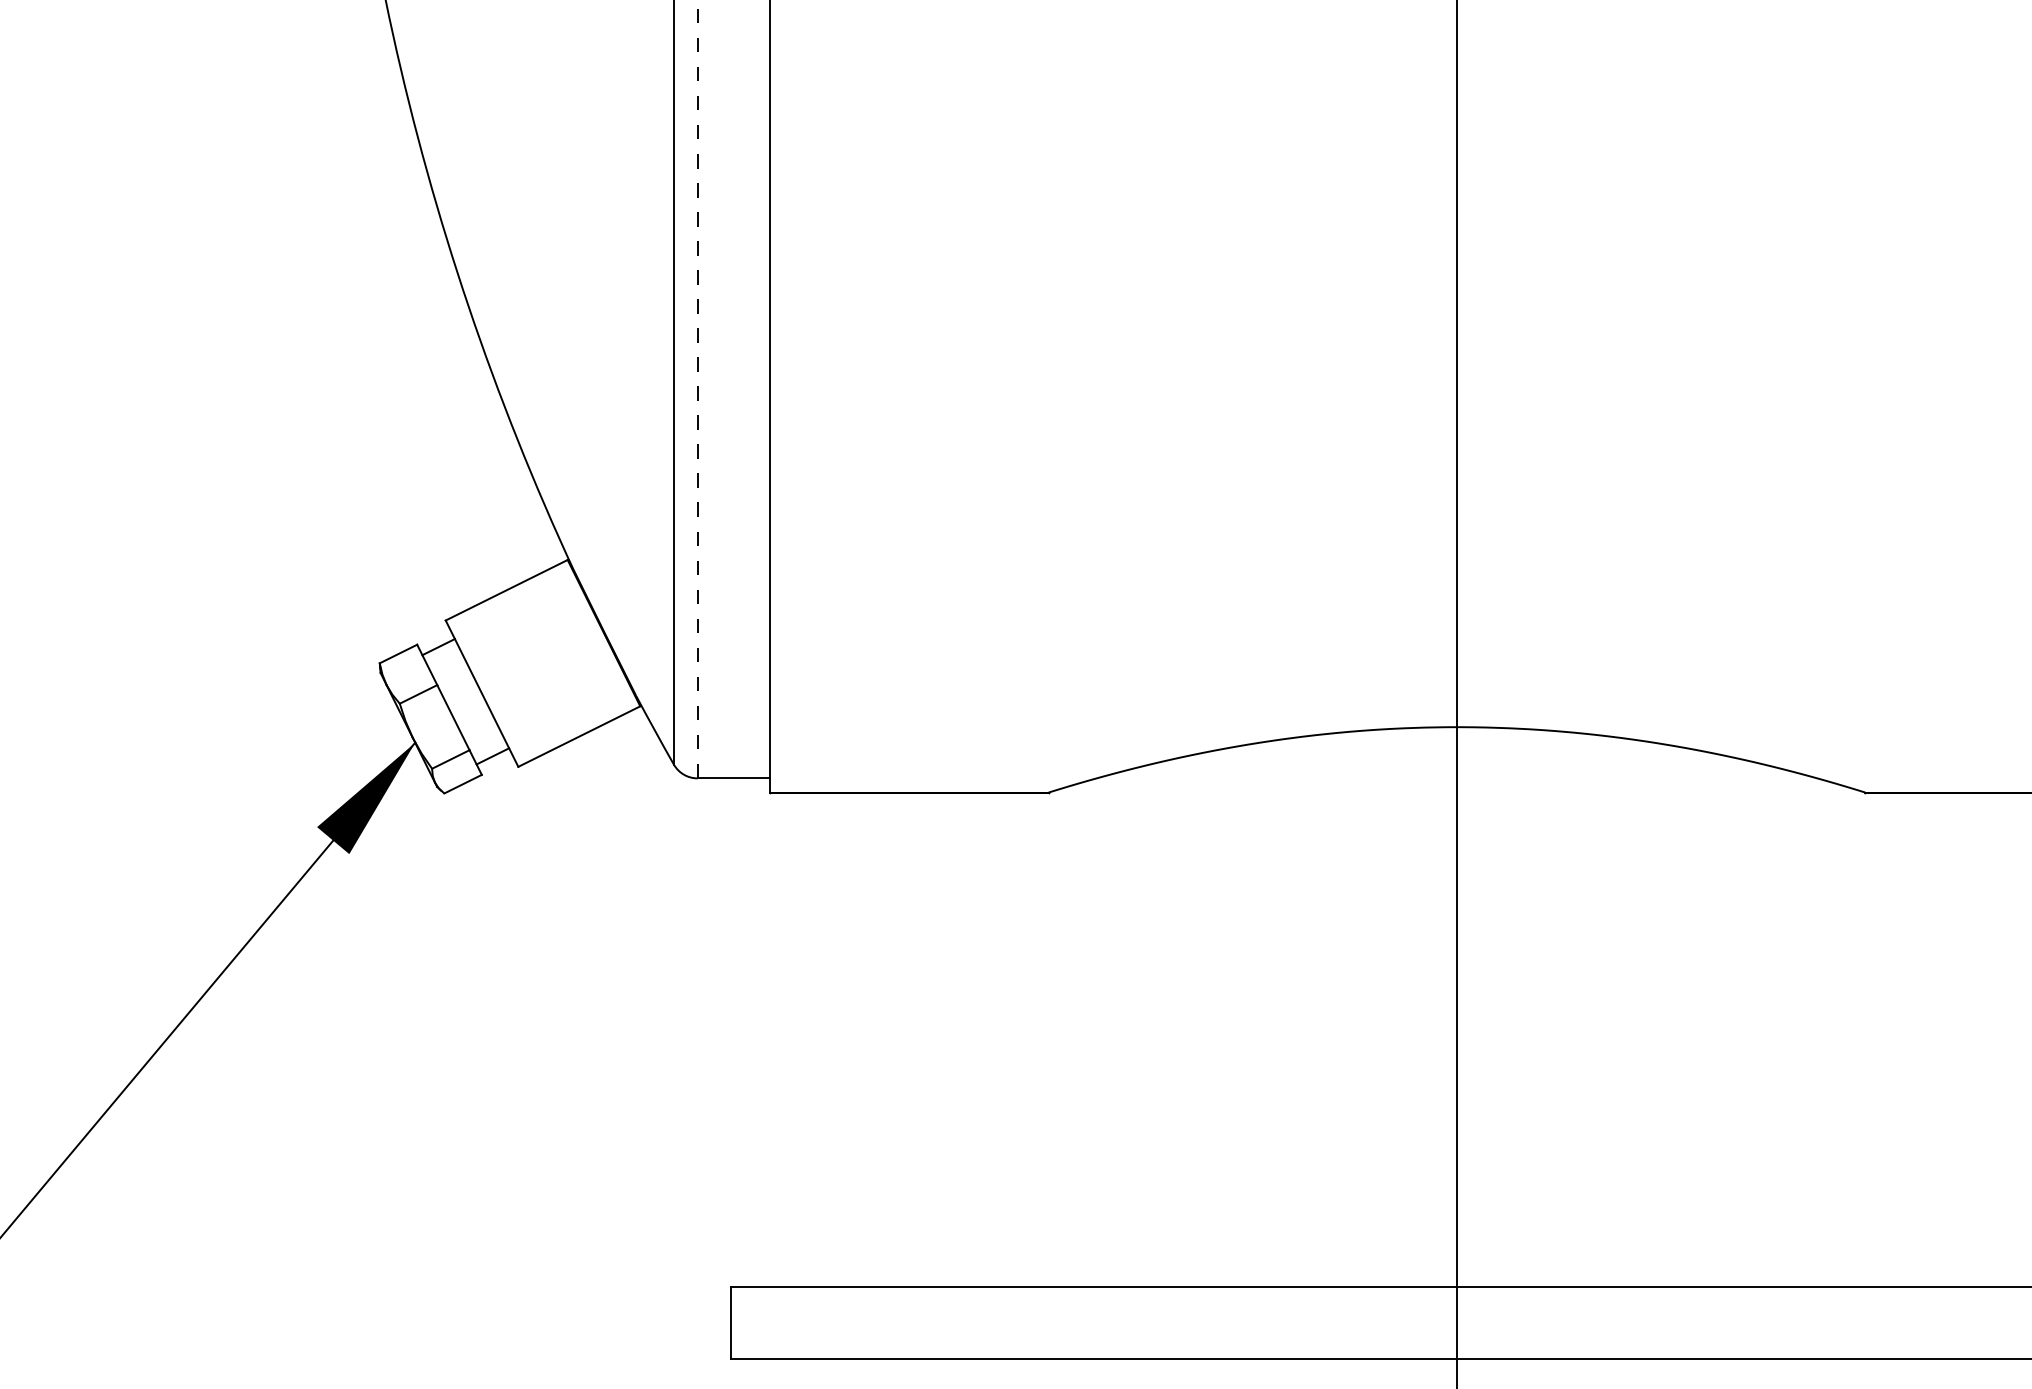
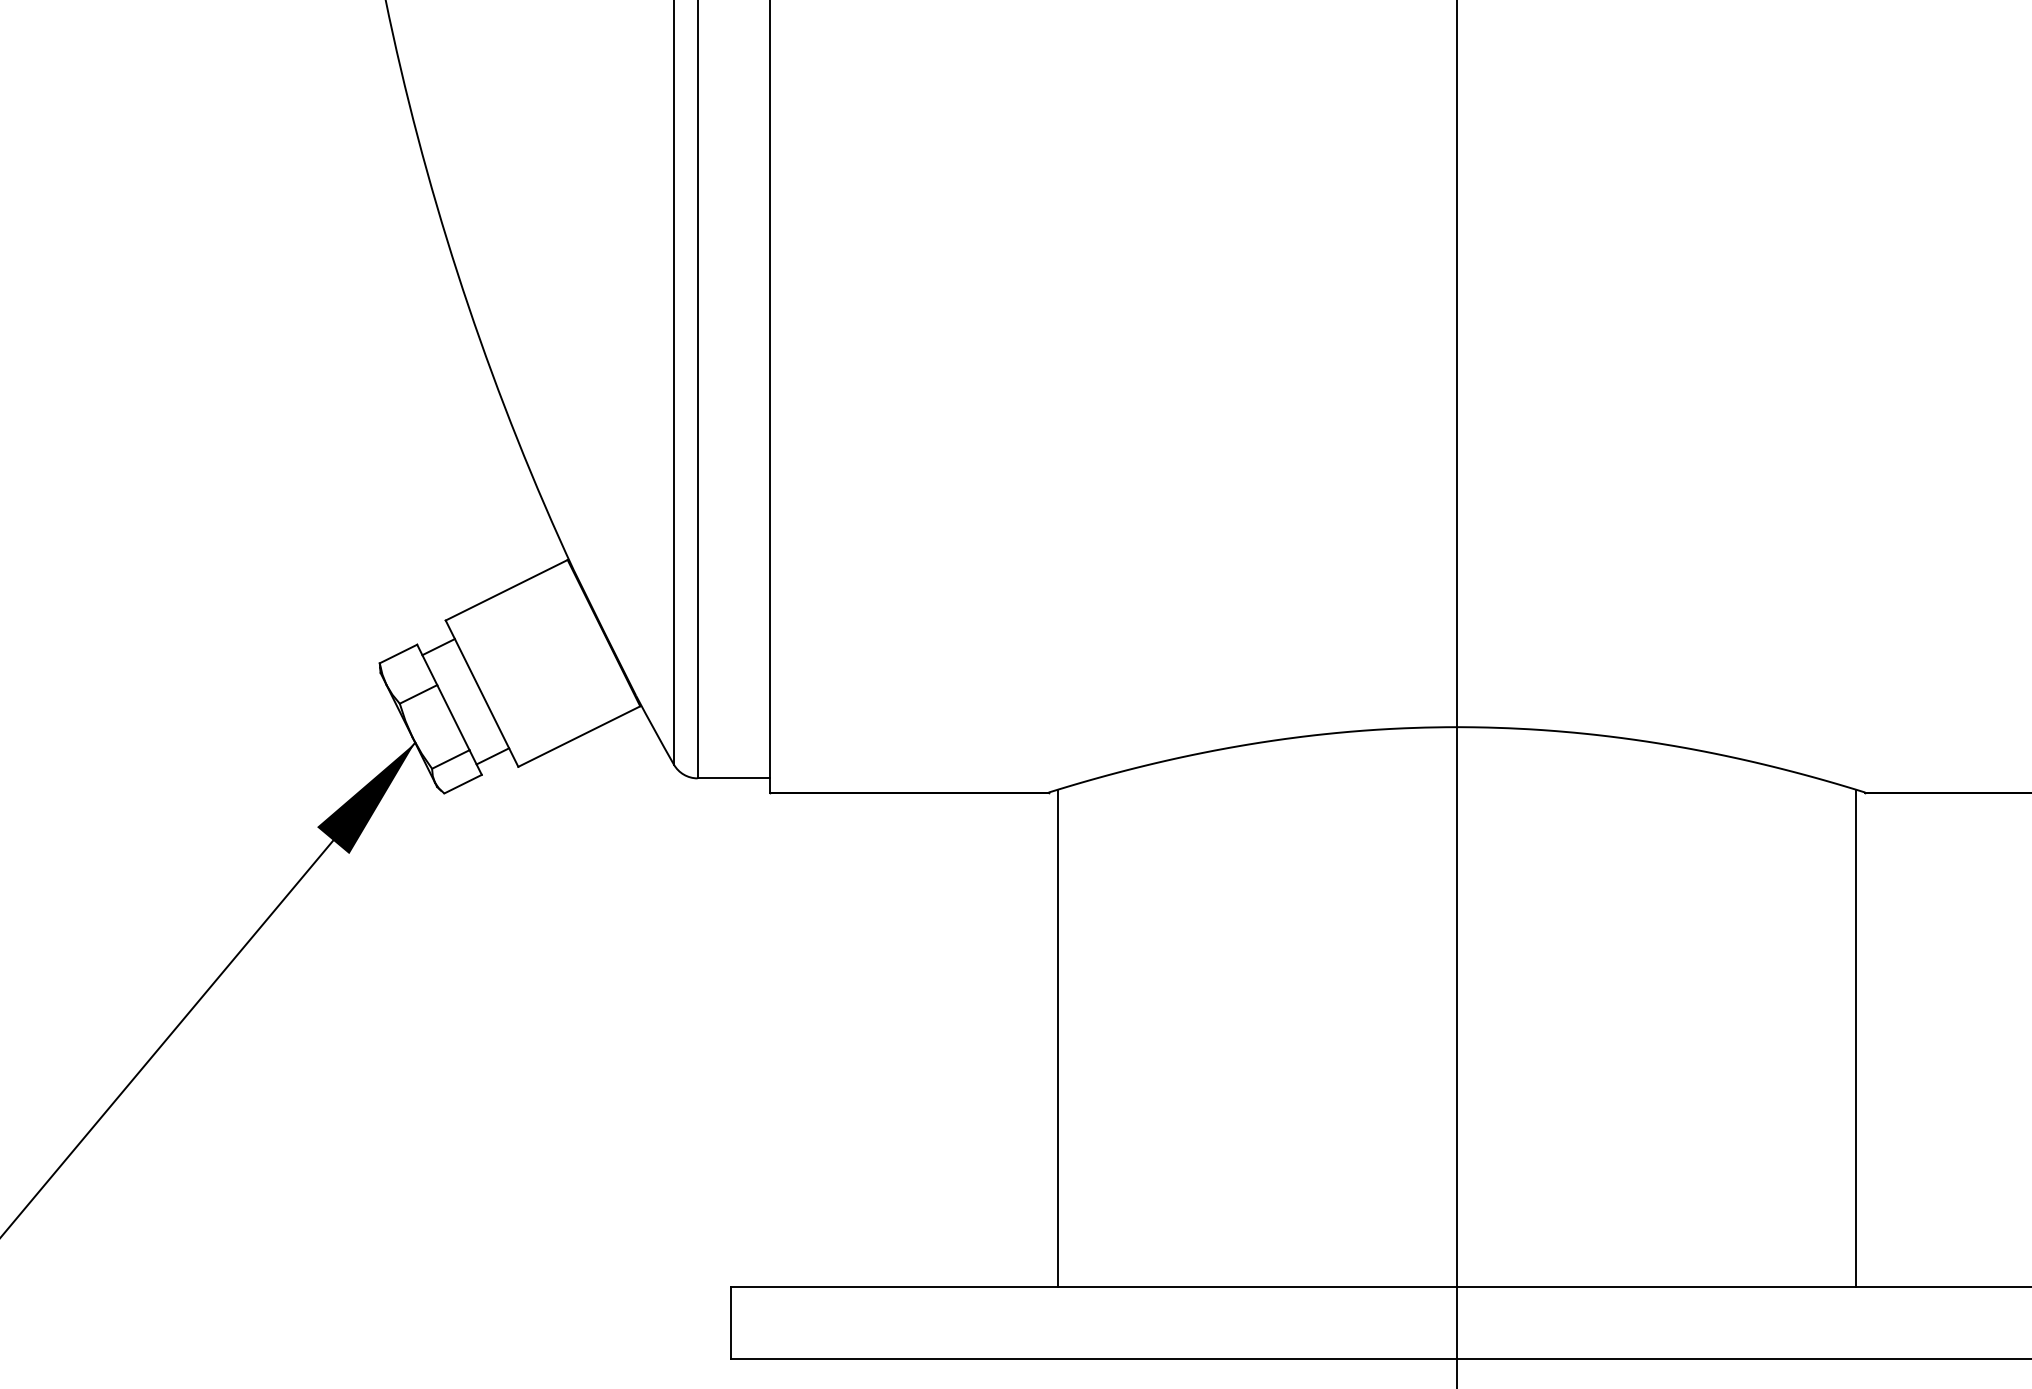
line at (697, 389): dashed -> solid
line at (1057, 1037): none -> present
line at (1856, 1037): none -> present
